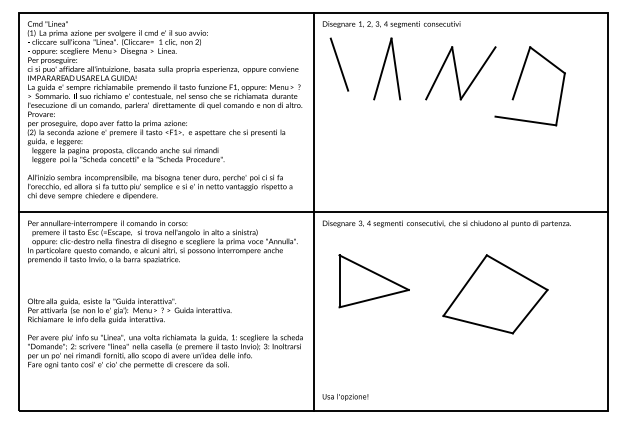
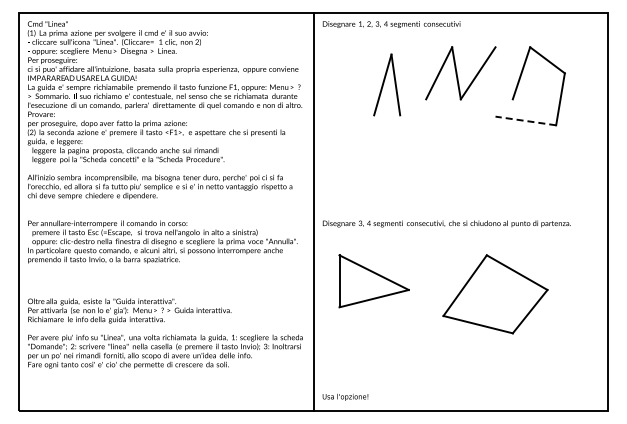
line at (339, 64): present -> none
part at (387, 68) position: (387, 68) -> (387, 84)
line at (525, 120): solid -> dashed
line at (313, 212): present -> none
